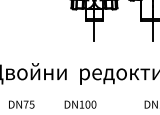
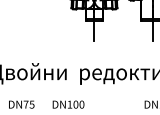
text at (80, 104) position: (80, 104) -> (68, 104)
